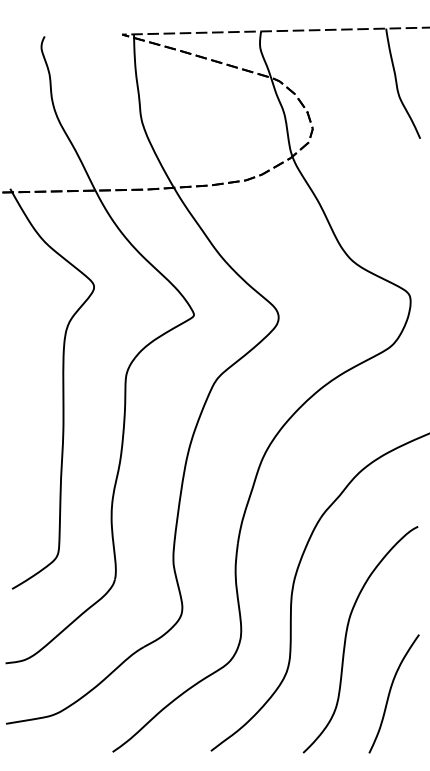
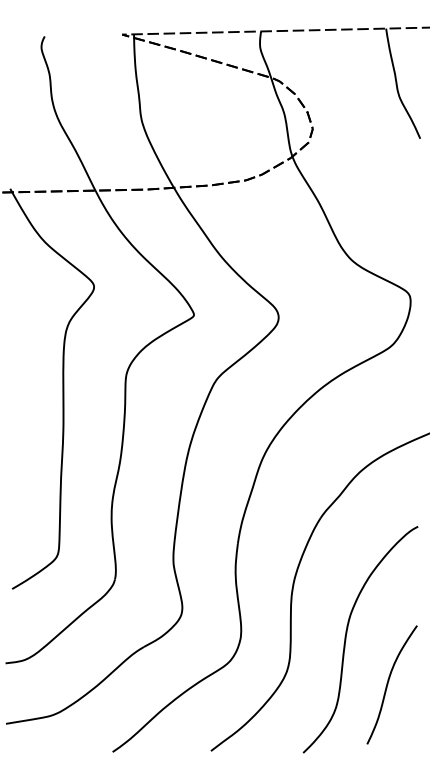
curve at (390, 693) position: (390, 693) -> (388, 684)
